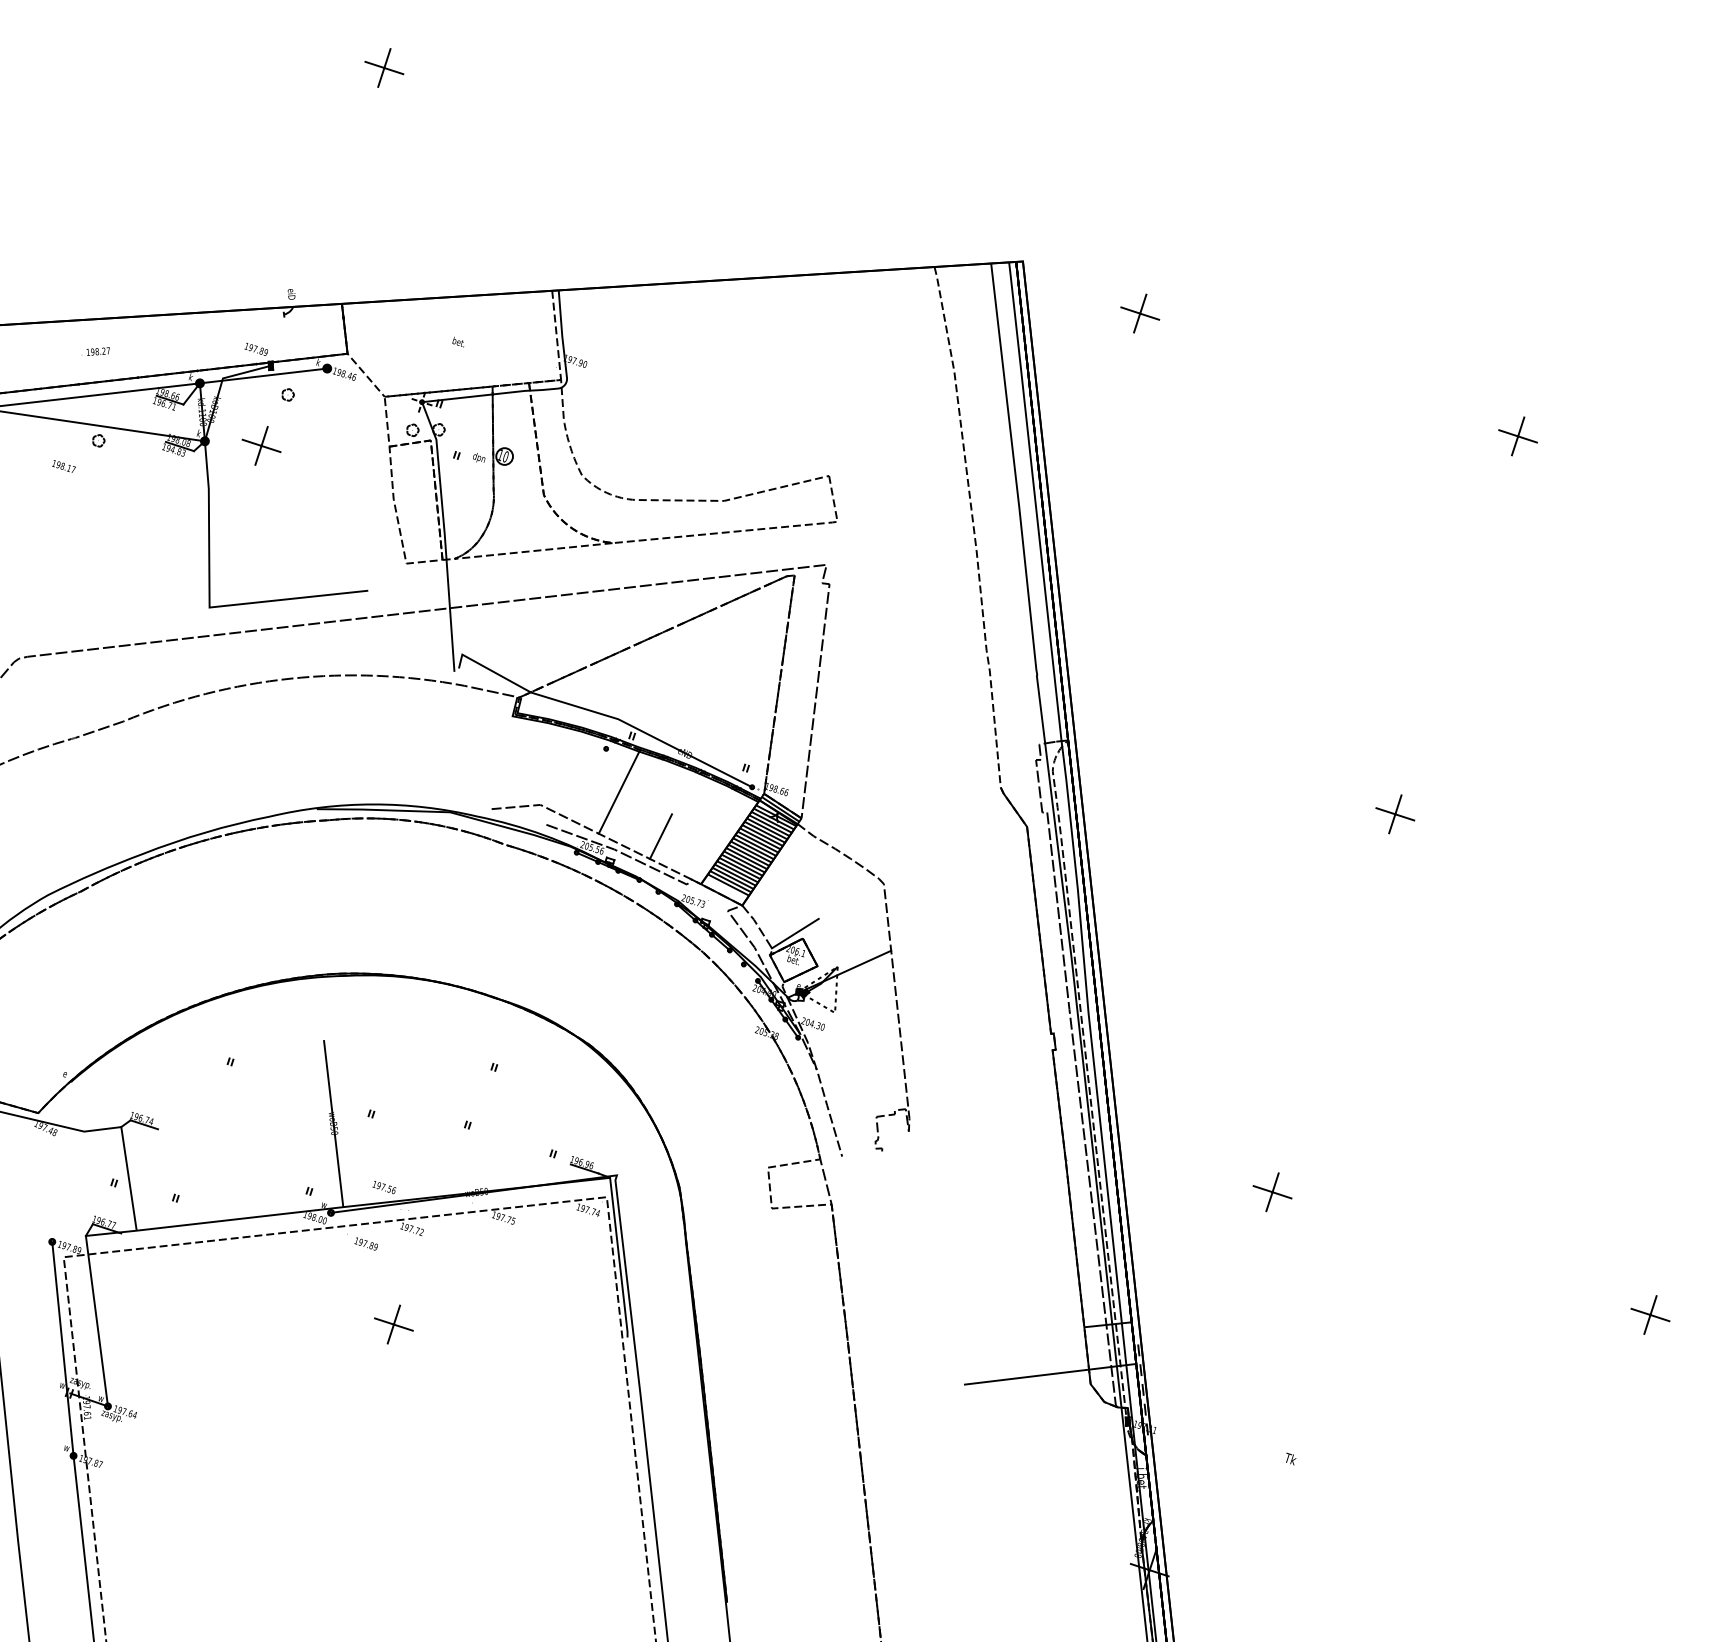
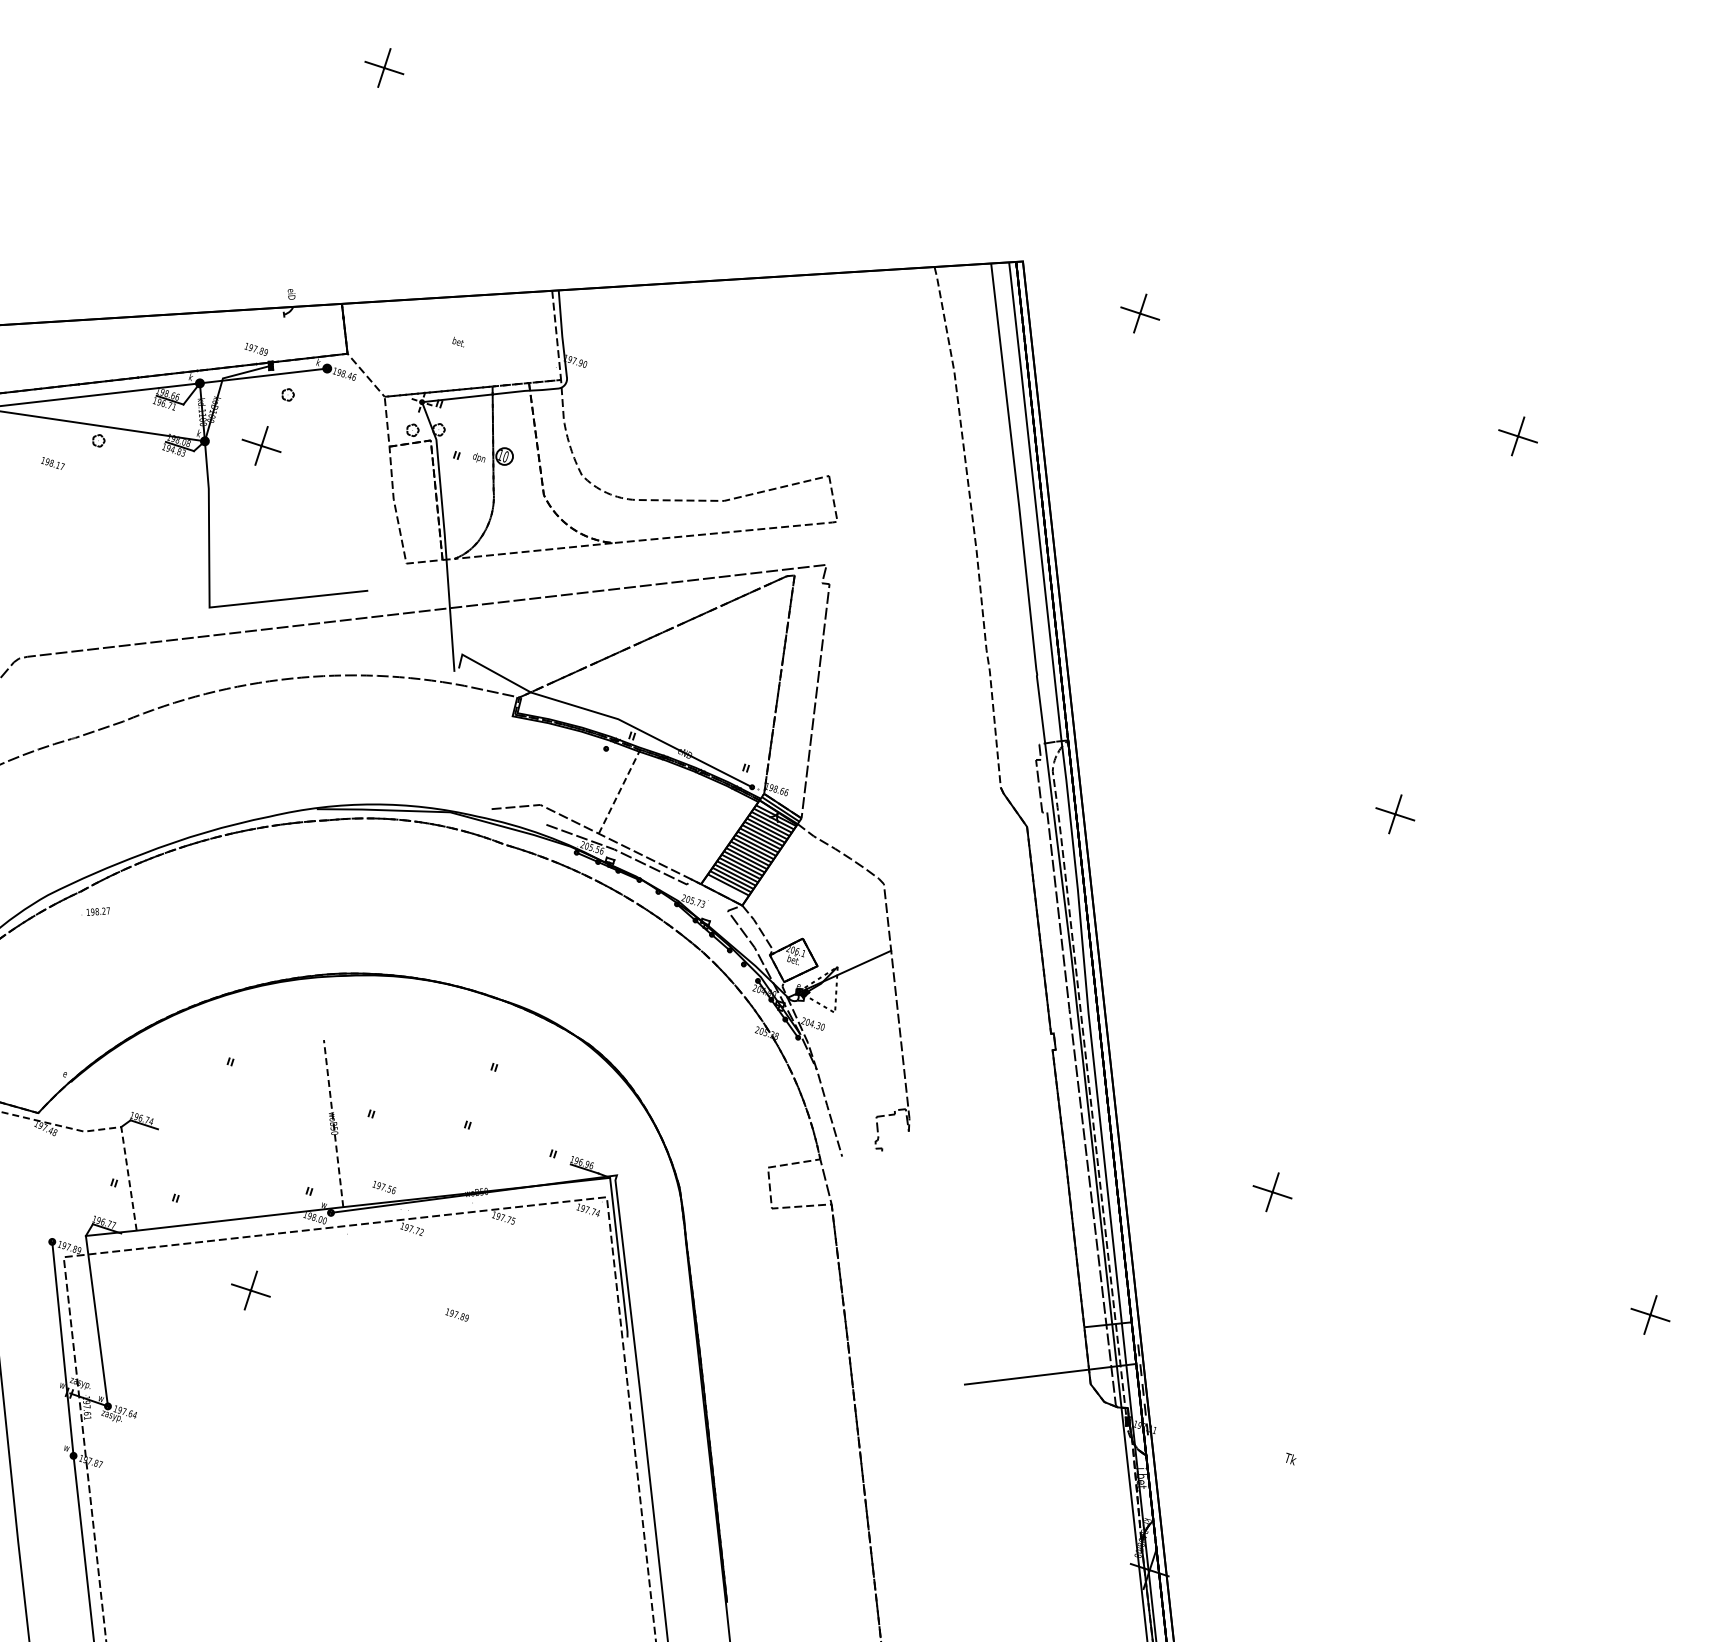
text at (95, 351) position: (95, 351) -> (95, 911)
text at (63, 466) position: (63, 466) -> (52, 463)
line at (619, 791): solid -> dashed
line at (660, 836): present -> none
line at (794, 933): present -> none
line at (333, 1123): solid -> dashed
line at (111, 1128): solid -> dashed
text at (365, 1243) position: (365, 1243) -> (456, 1314)
part at (393, 1324) position: (393, 1324) -> (250, 1290)
